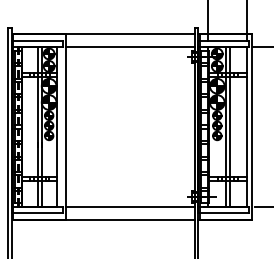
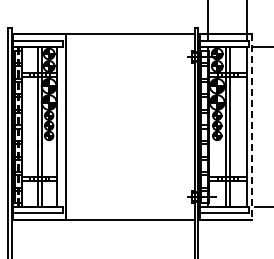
line at (129, 47): present -> none
line at (252, 127): solid -> dashed
line at (129, 206): present -> none
